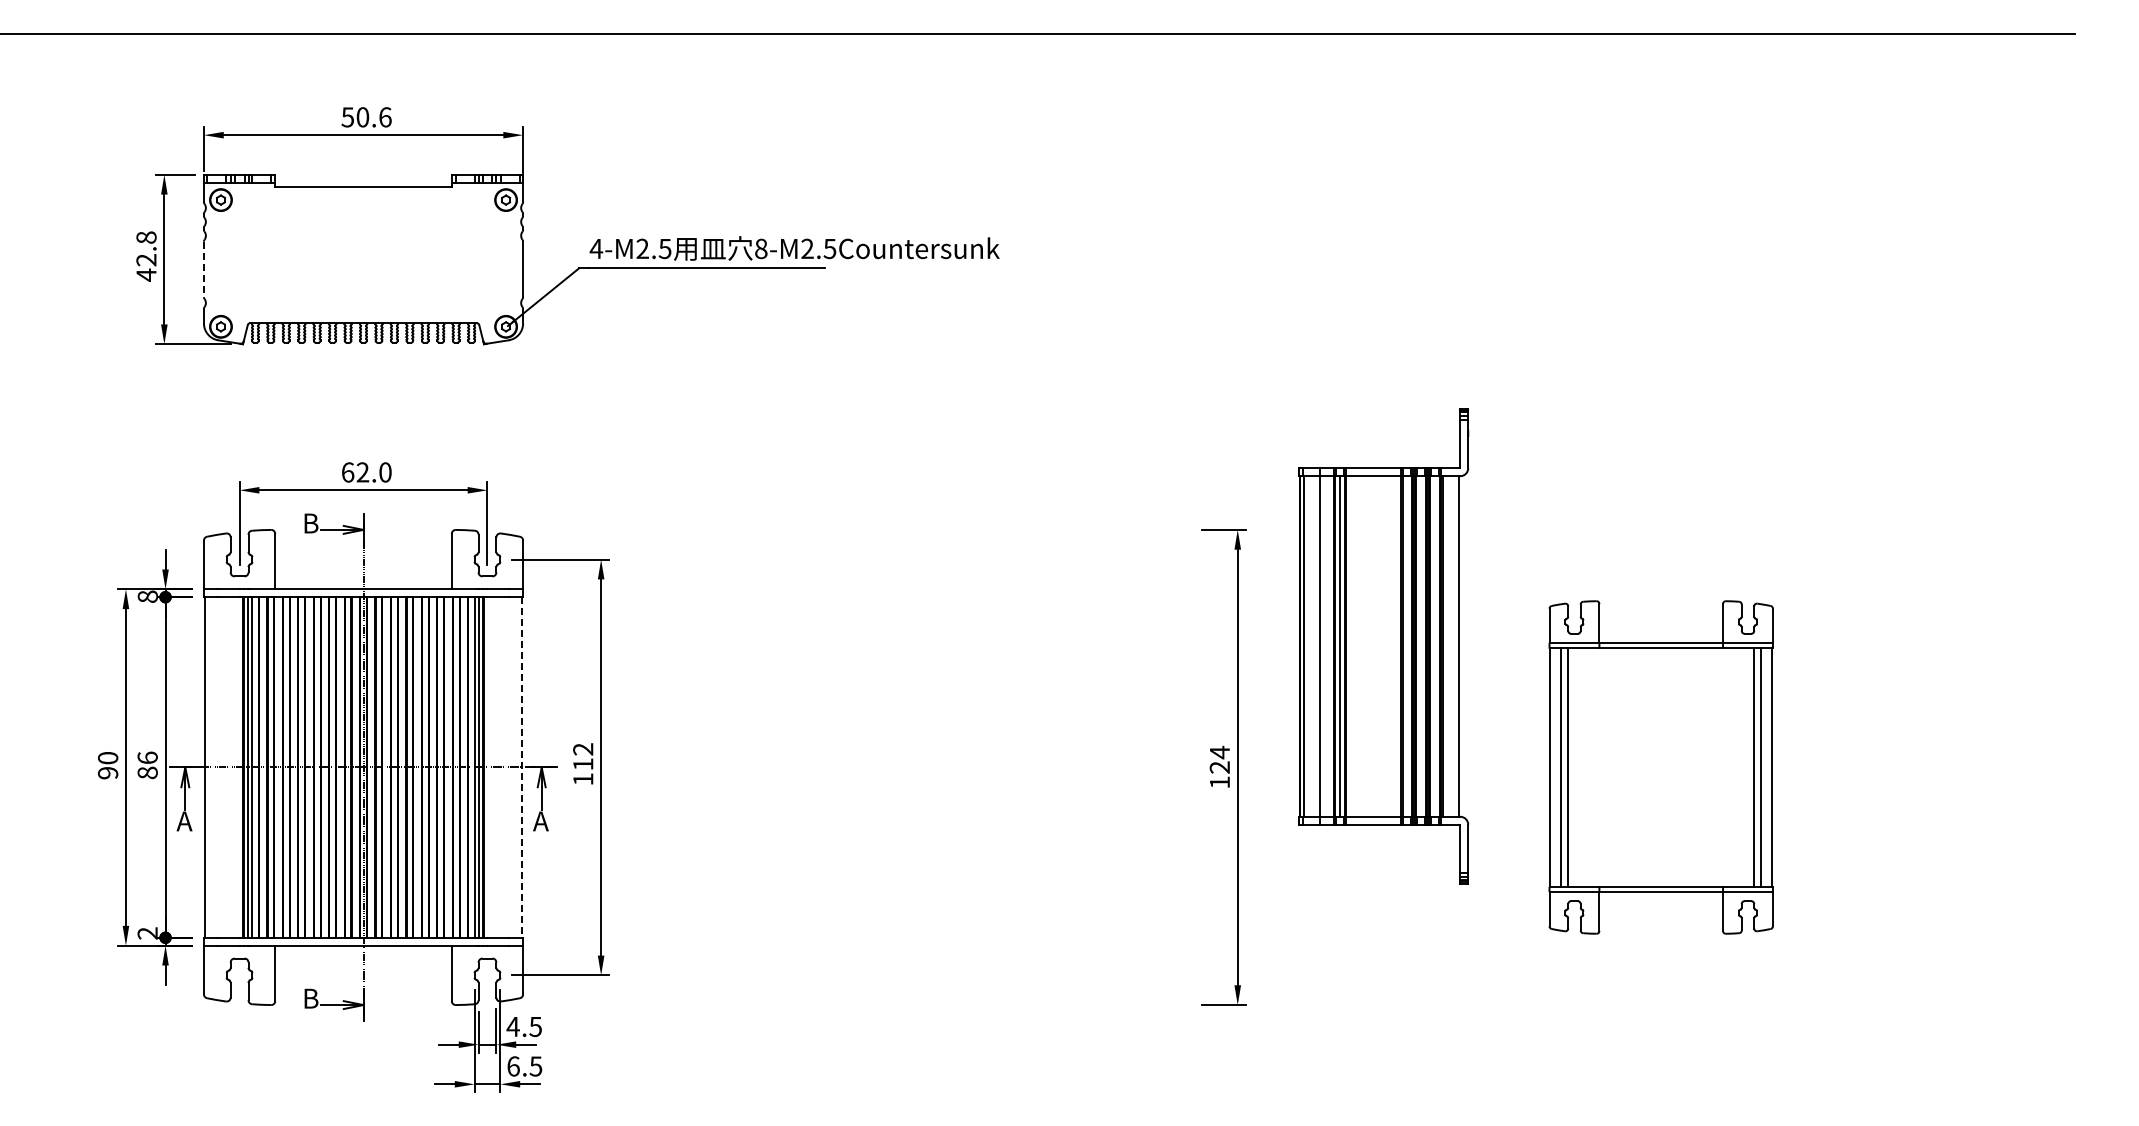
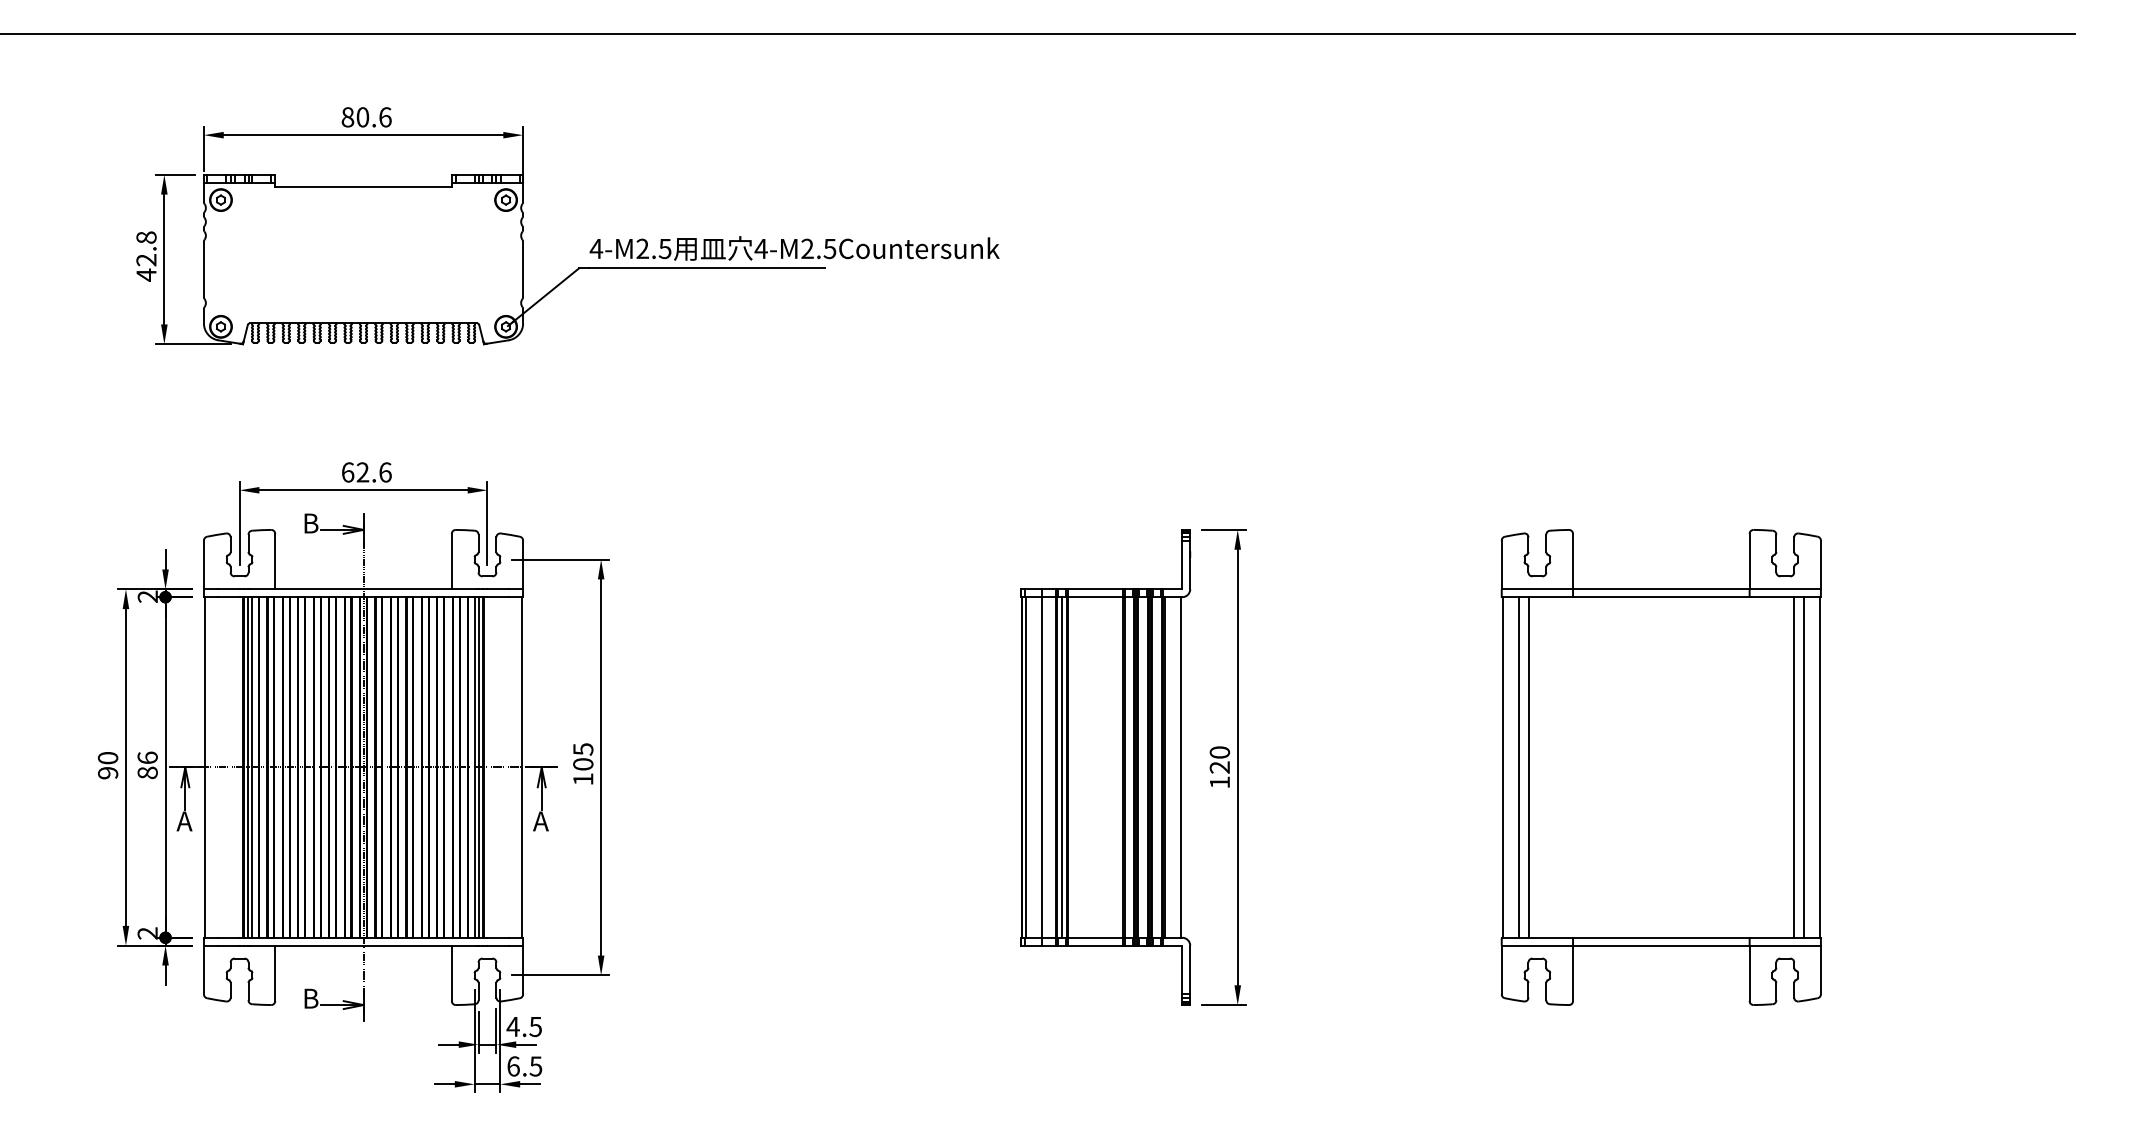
text at (347, 117): 50.6 -> 80.6
text at (760, 248): 8-M2.5Countersunk -> 4-M2.5Countersunk
line at (203, 269): dashed -> solid
text at (385, 472): 62.0 -> 62.6
text at (147, 596): 8 -> 2
part at (1383, 646) position: (1383, 646) -> (1105, 767)
text at (1219, 752): 124 -> 120
text at (583, 756): 112 -> 105
line at (521, 767): dashed -> solid
part at (1660, 767) size: 226x335 px -> 322x477 px
